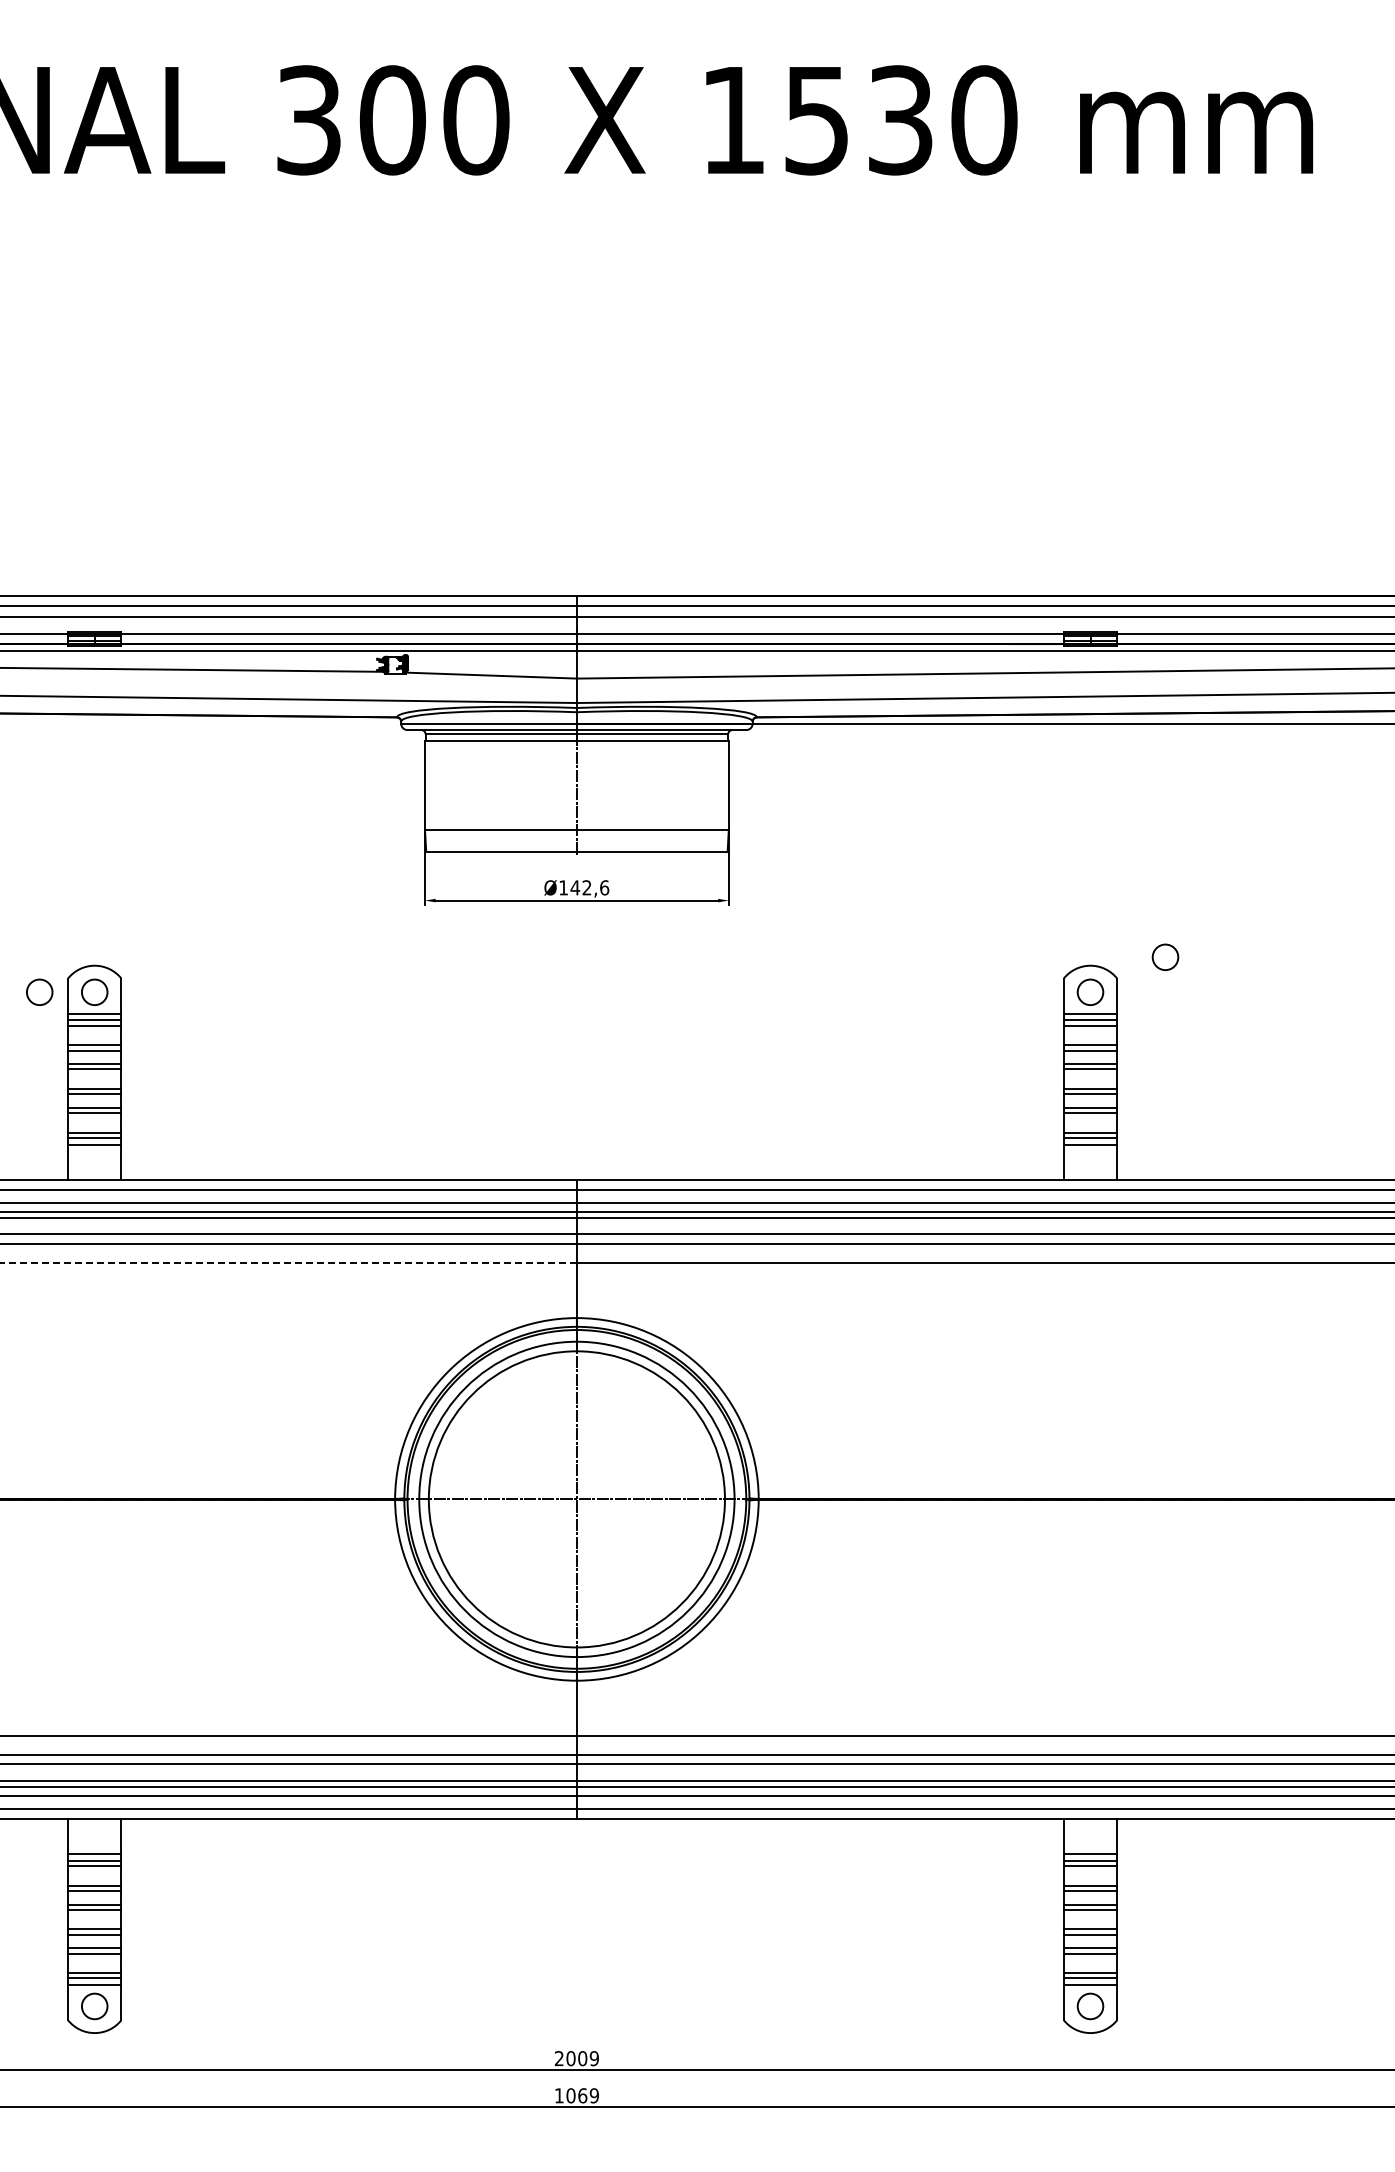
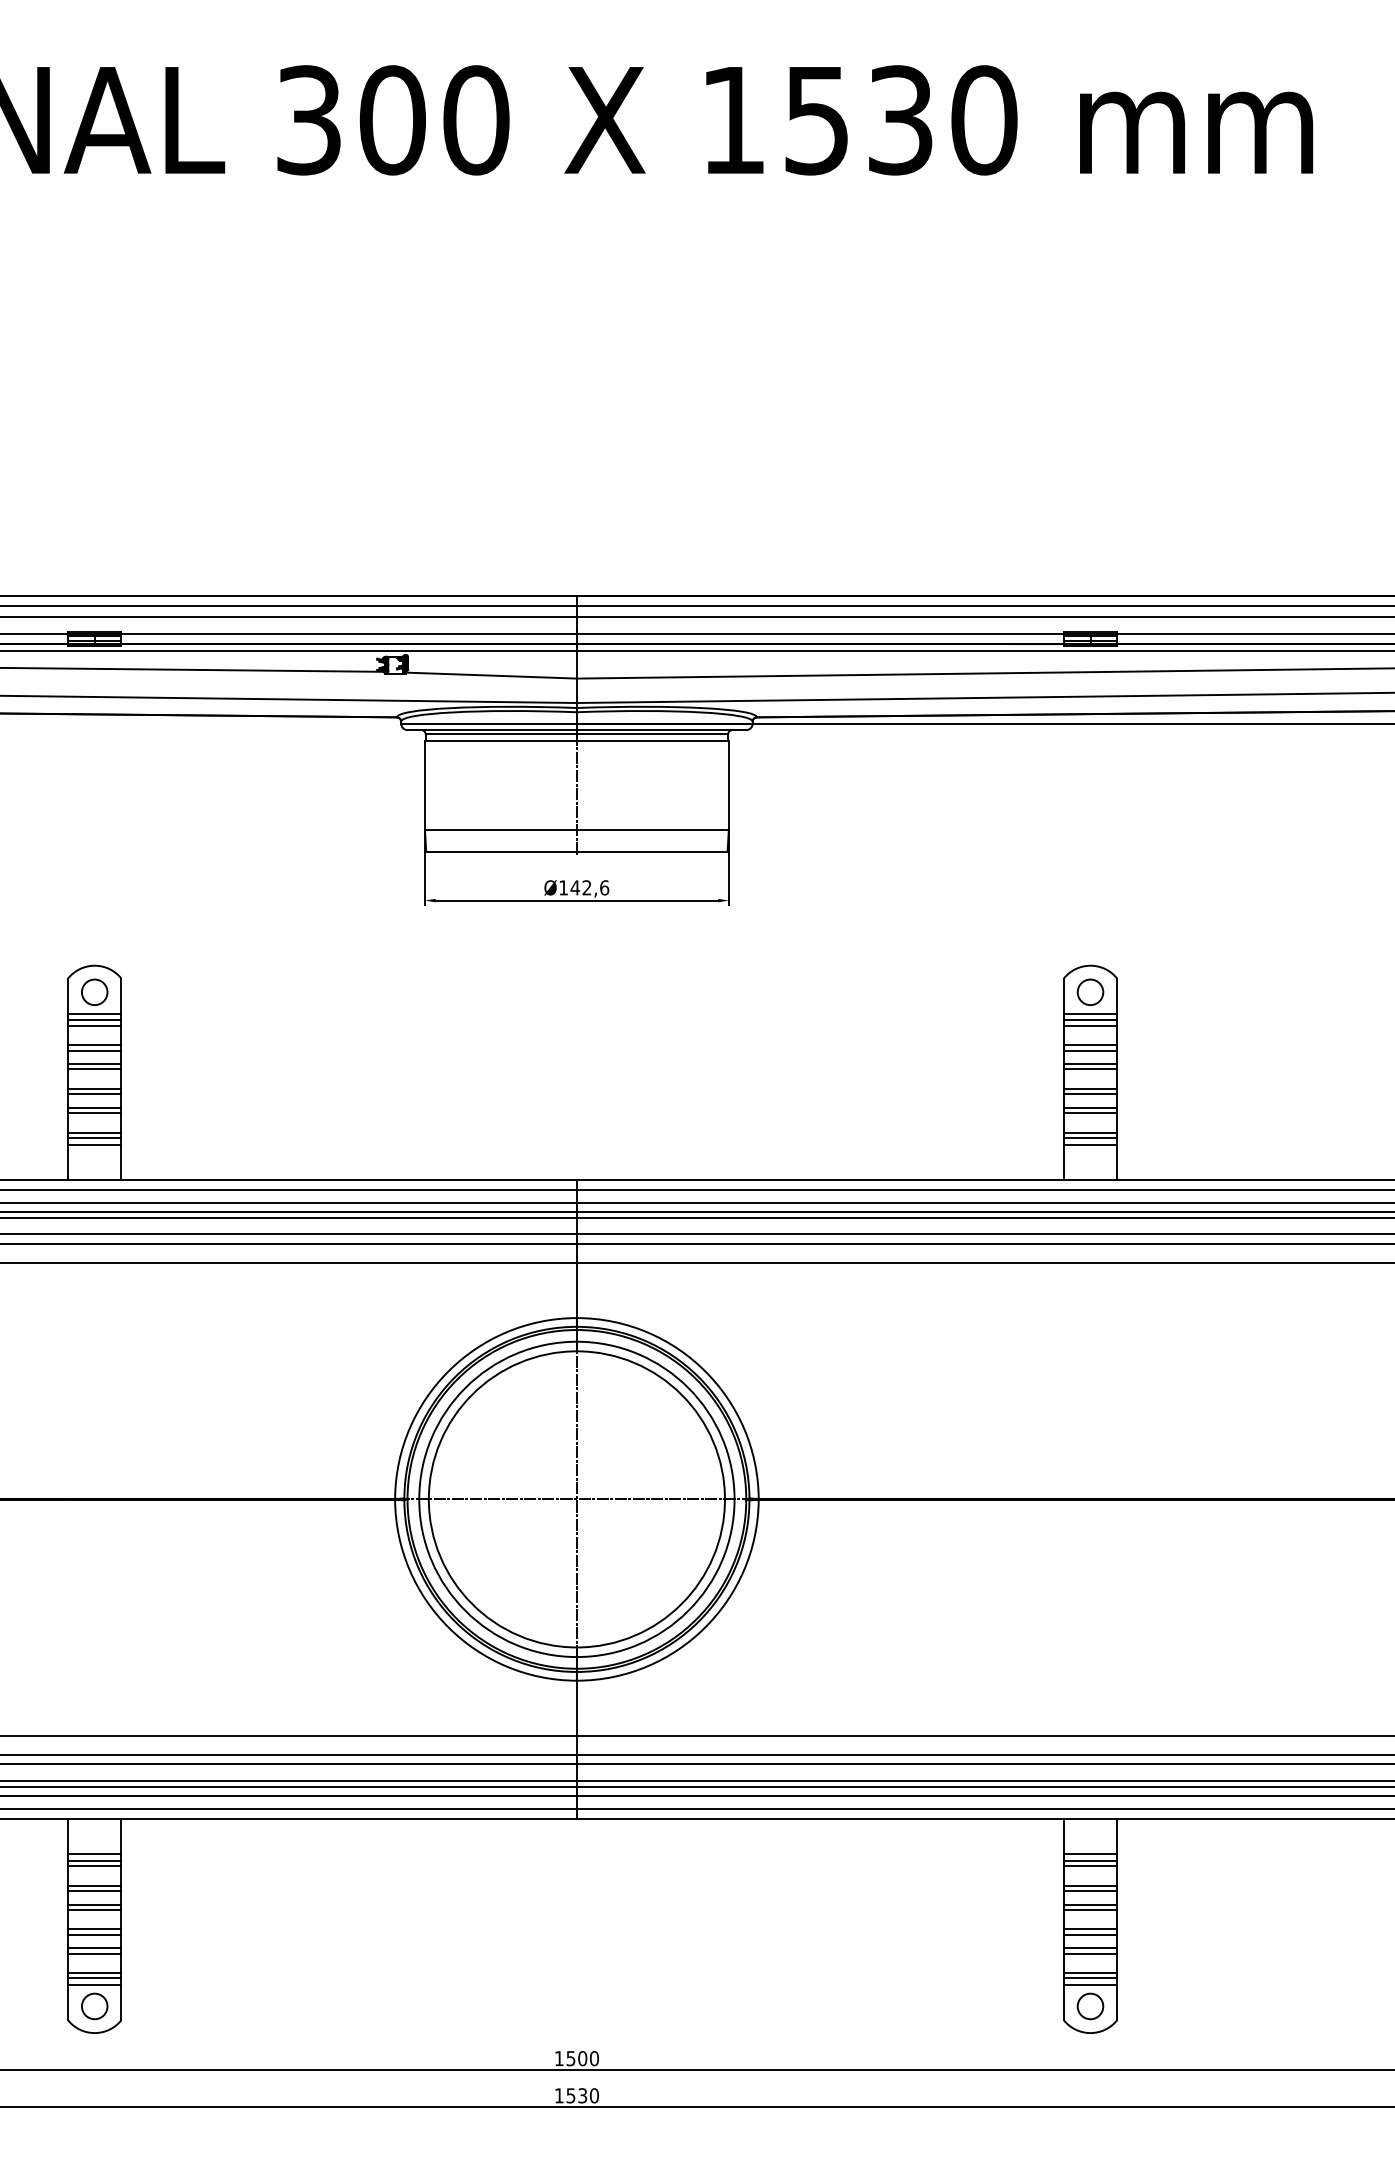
circle at (1165, 956): present -> none
circle at (39, 991): present -> none
line at (289, 1263): dashed -> solid
text at (576, 2058): 2009 -> 1500
text at (582, 2095): 1069 -> 1530
